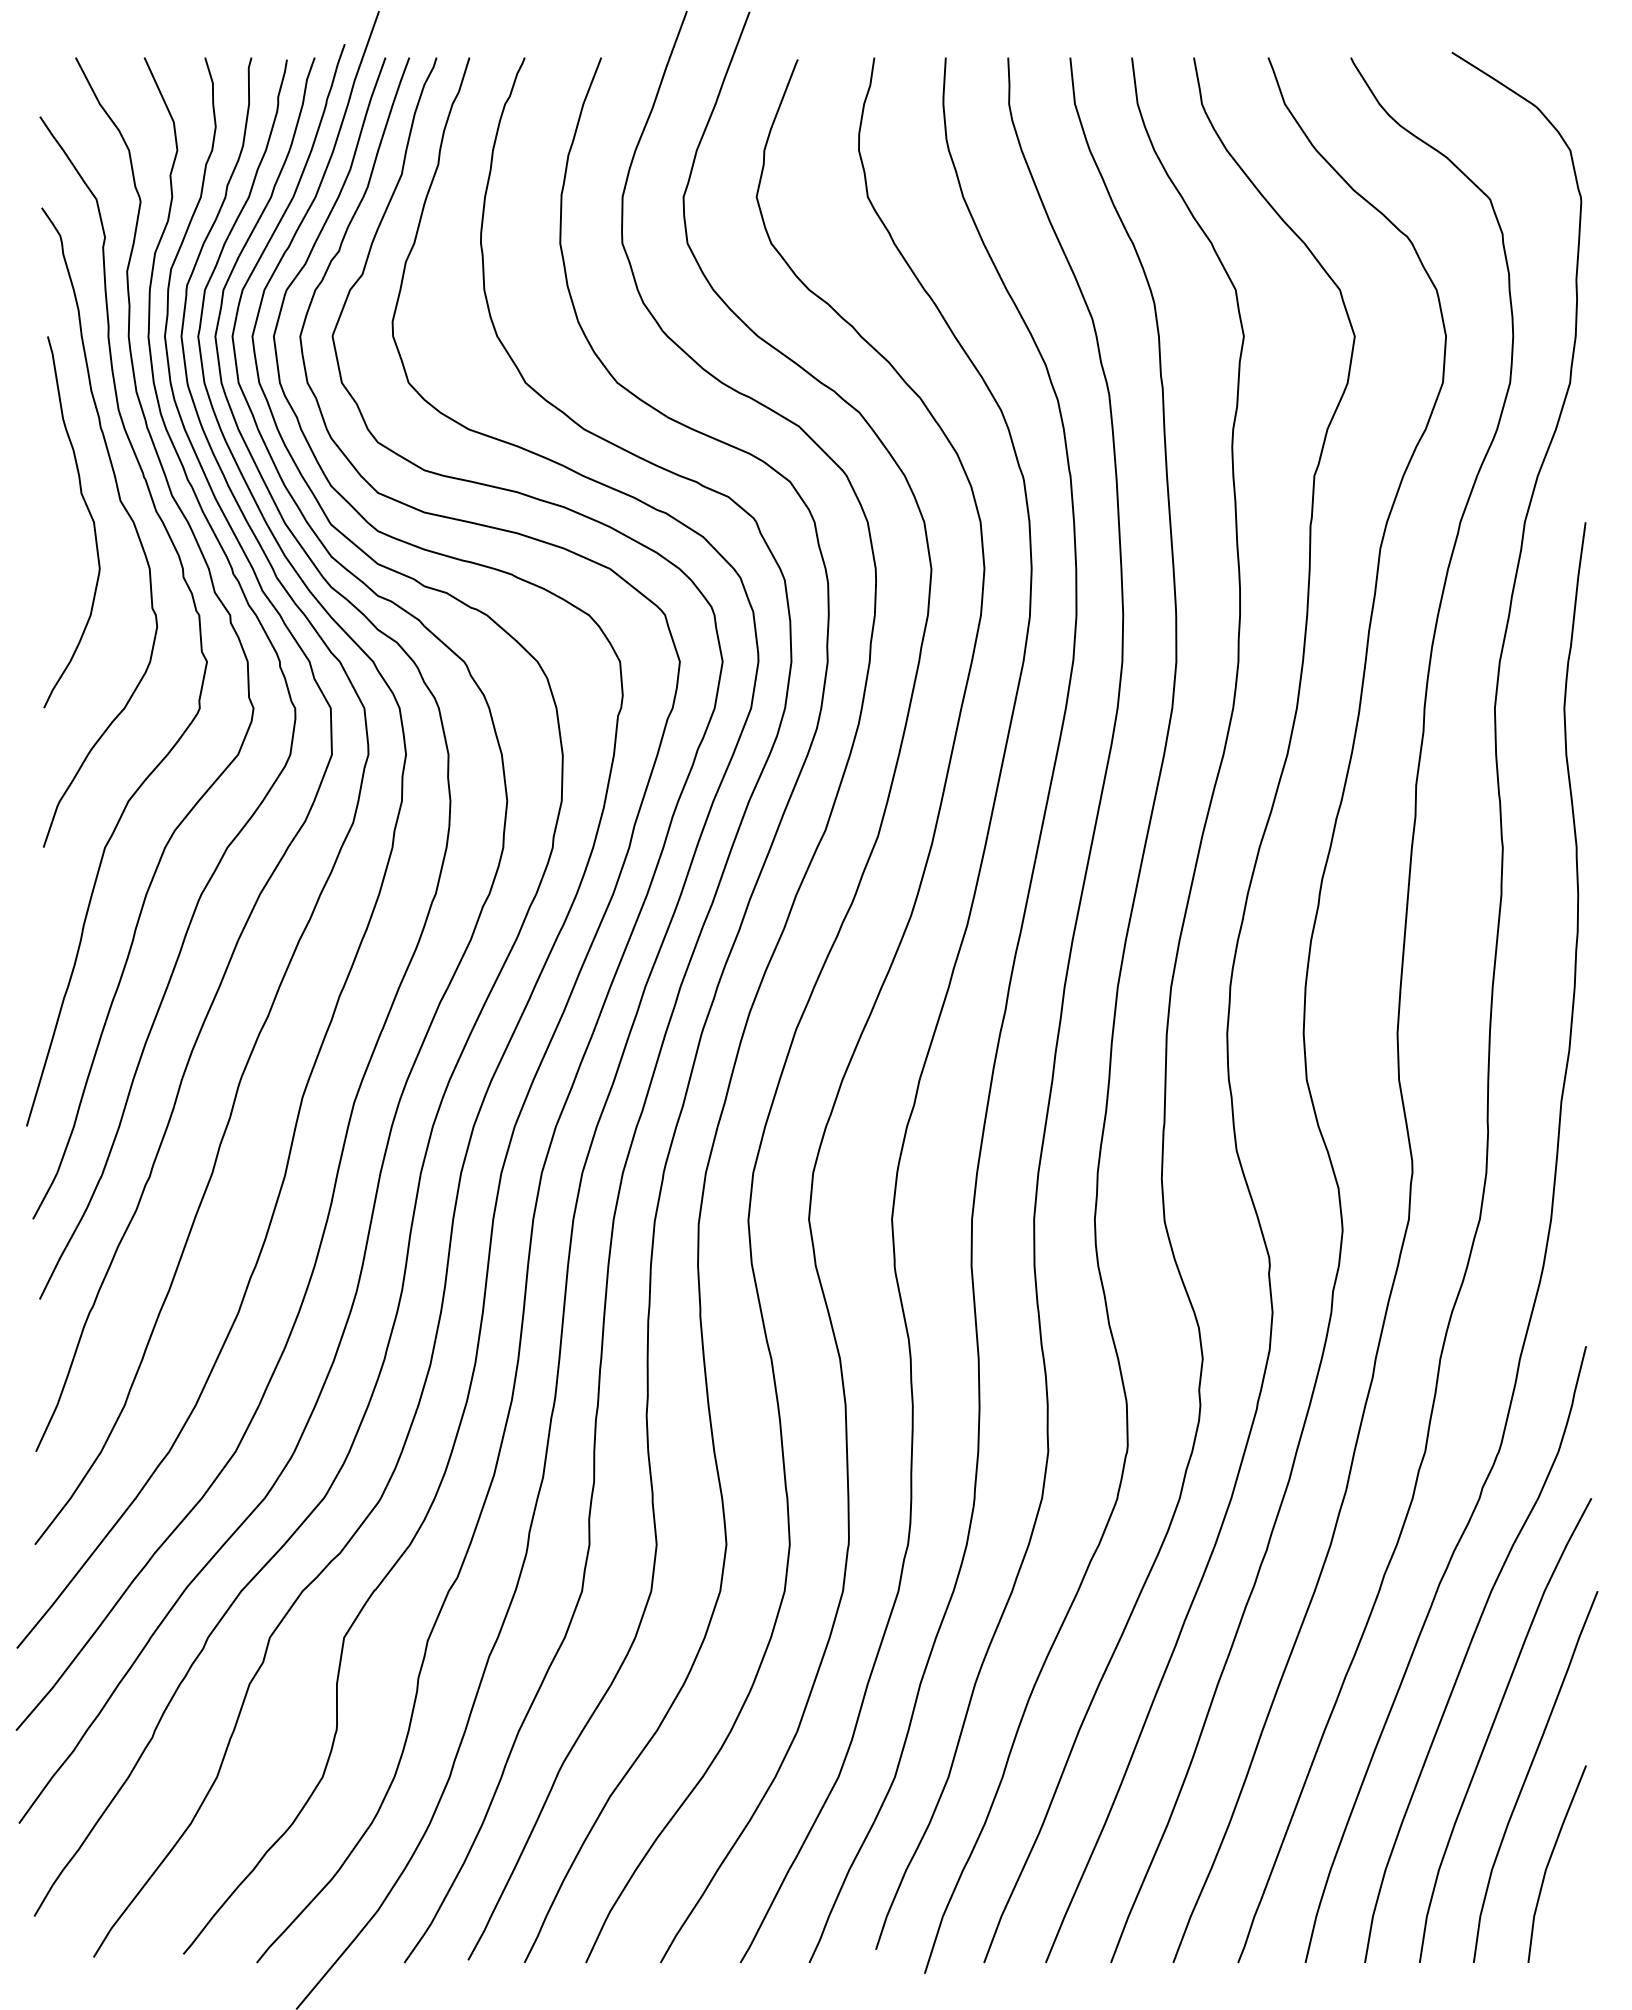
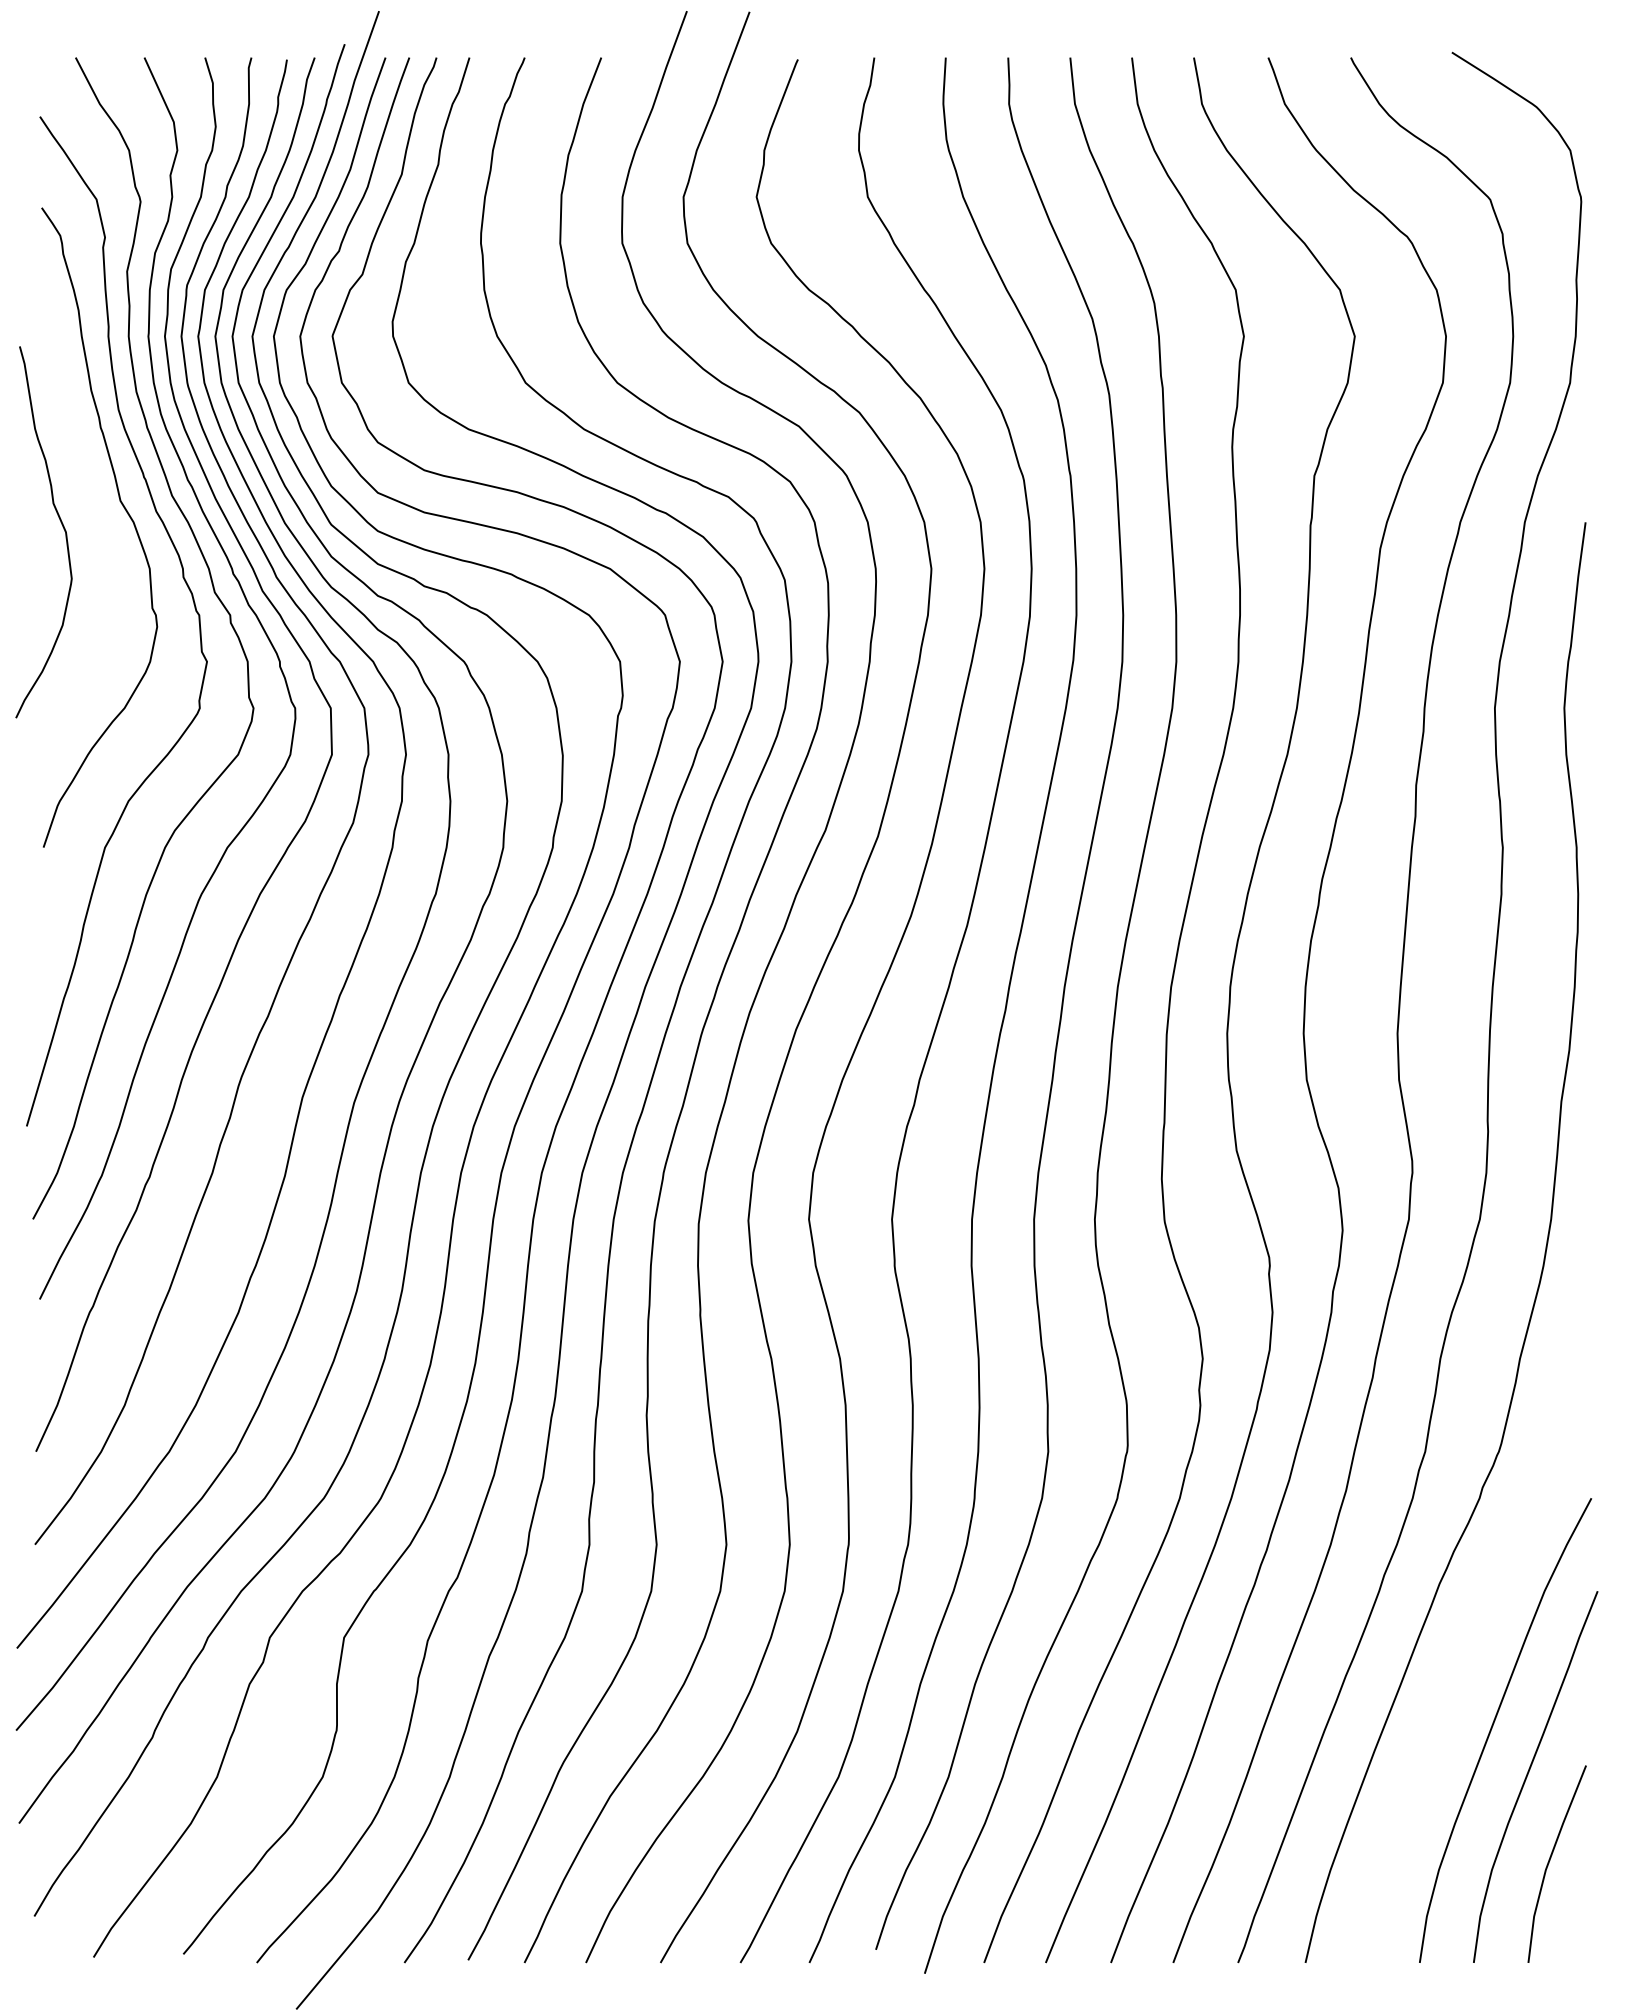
curve at (90, 517) position: (90, 517) -> (62, 527)
curve at (1468, 1651): present -> none
